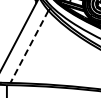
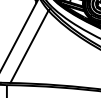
line at (29, 46): dashed -> solid
